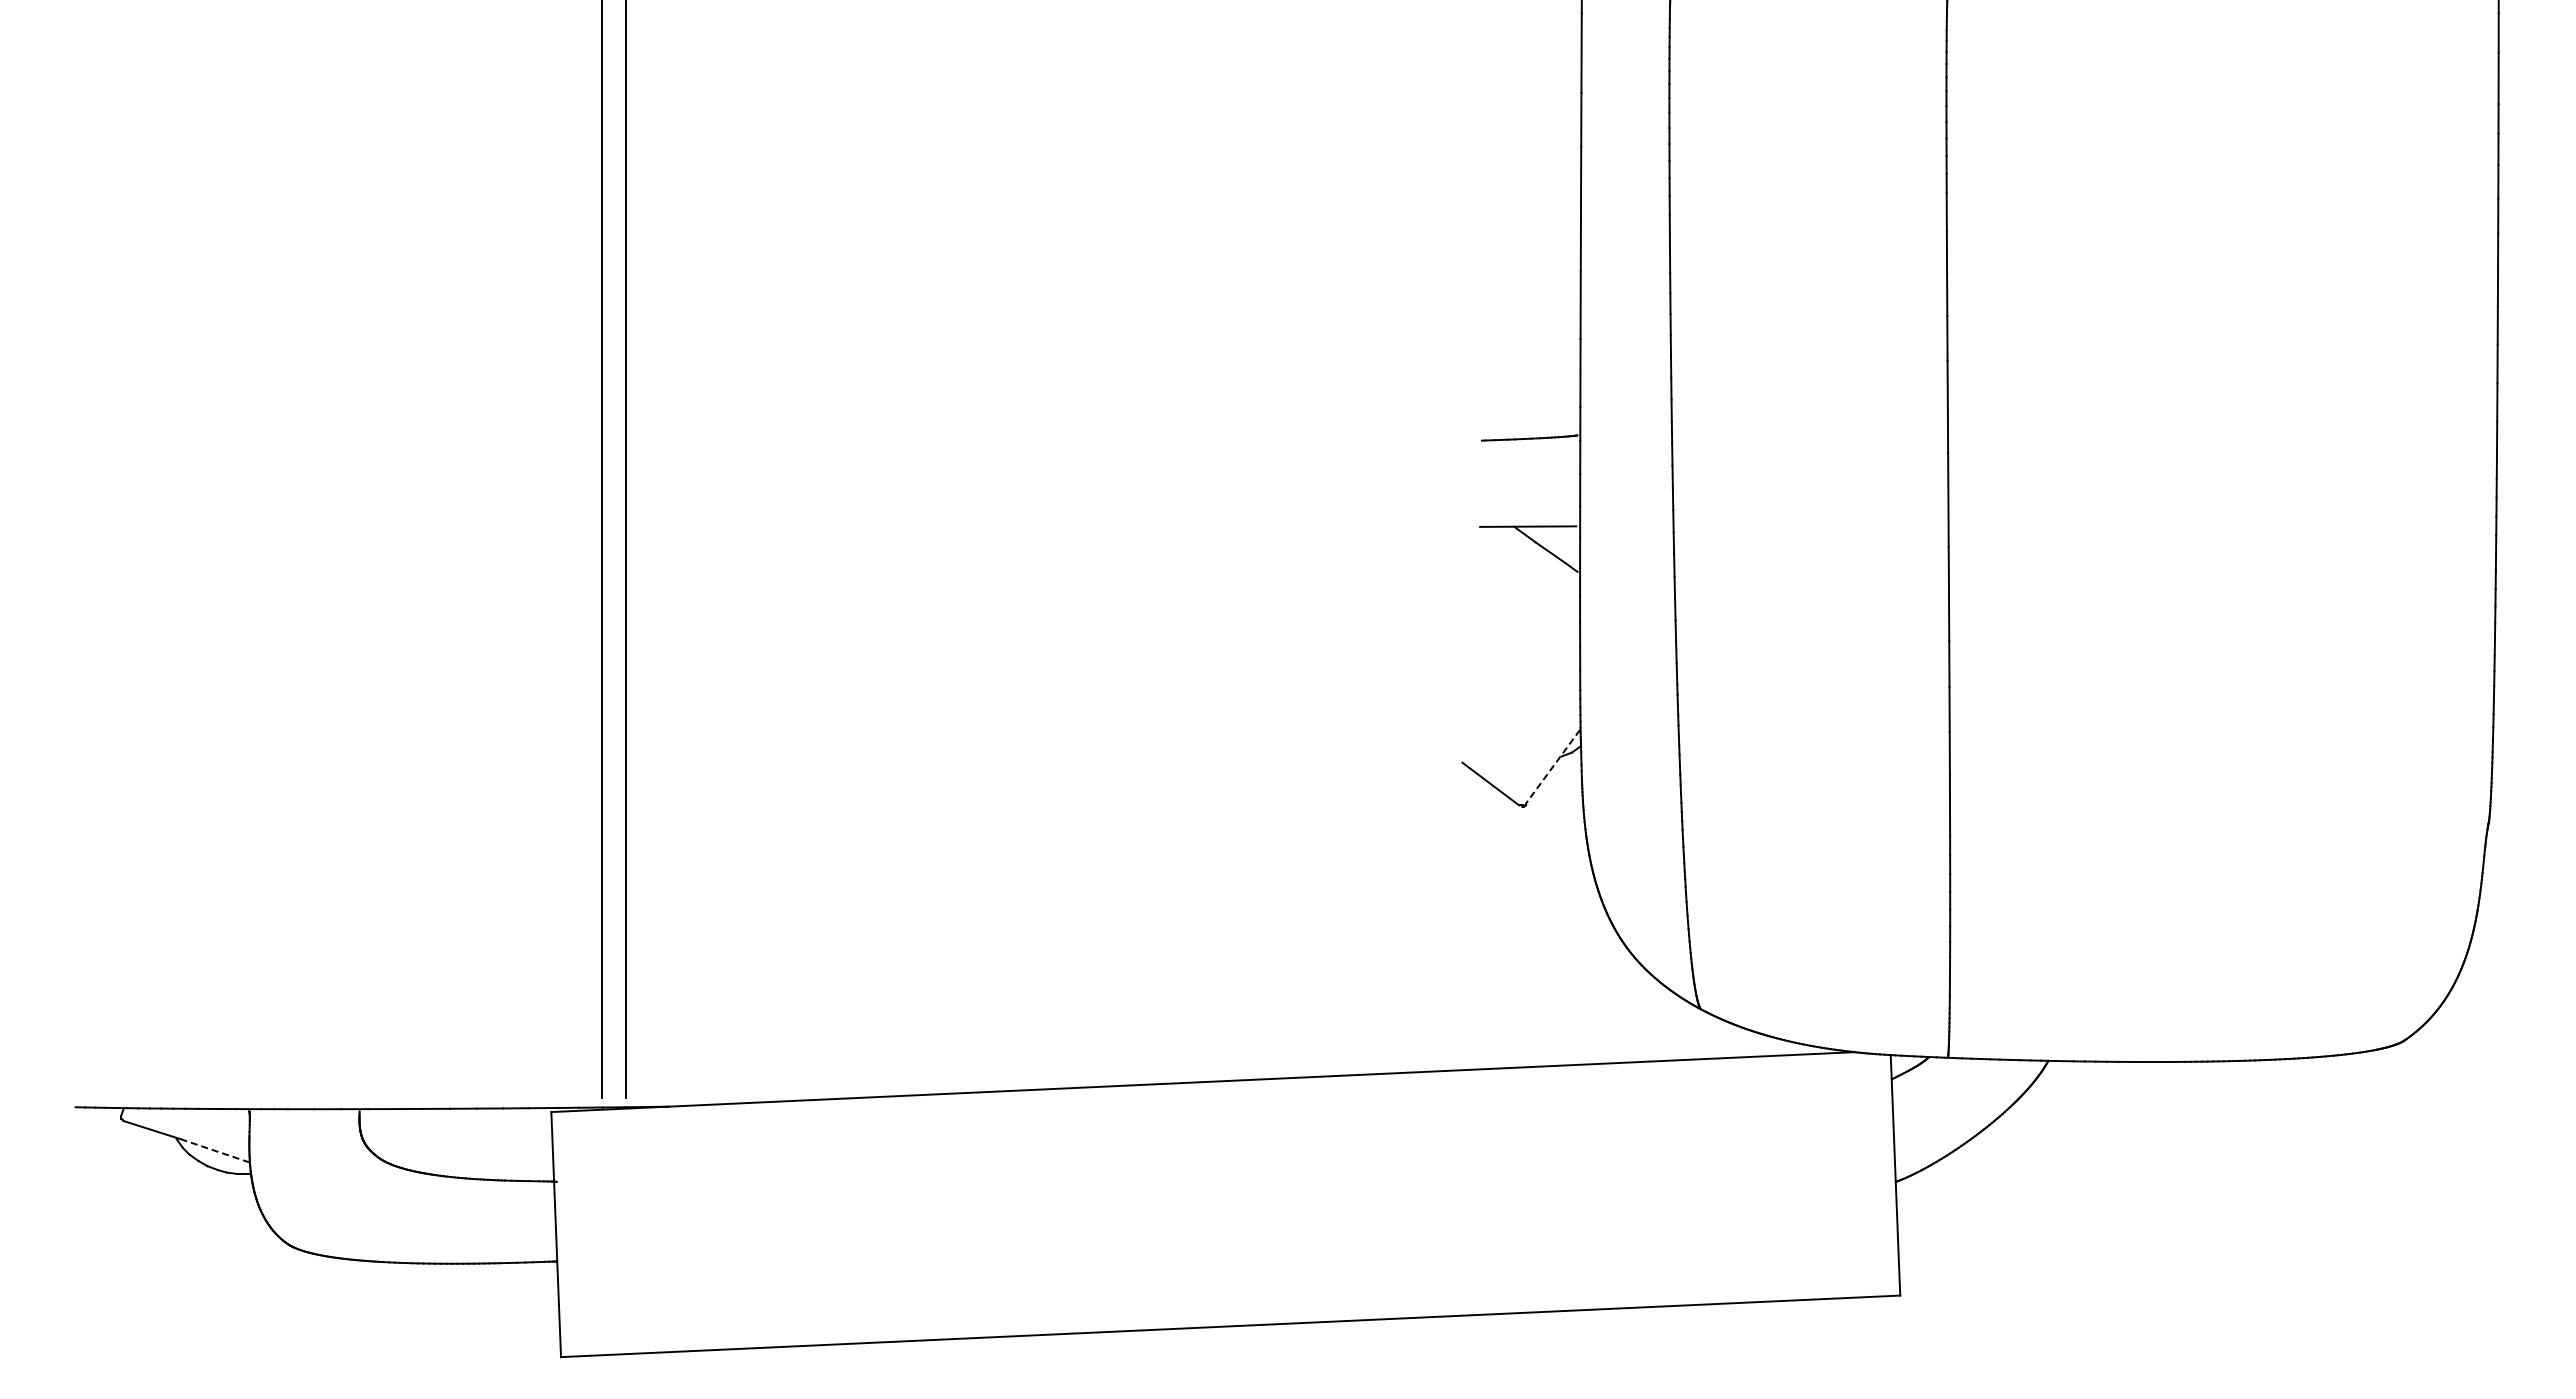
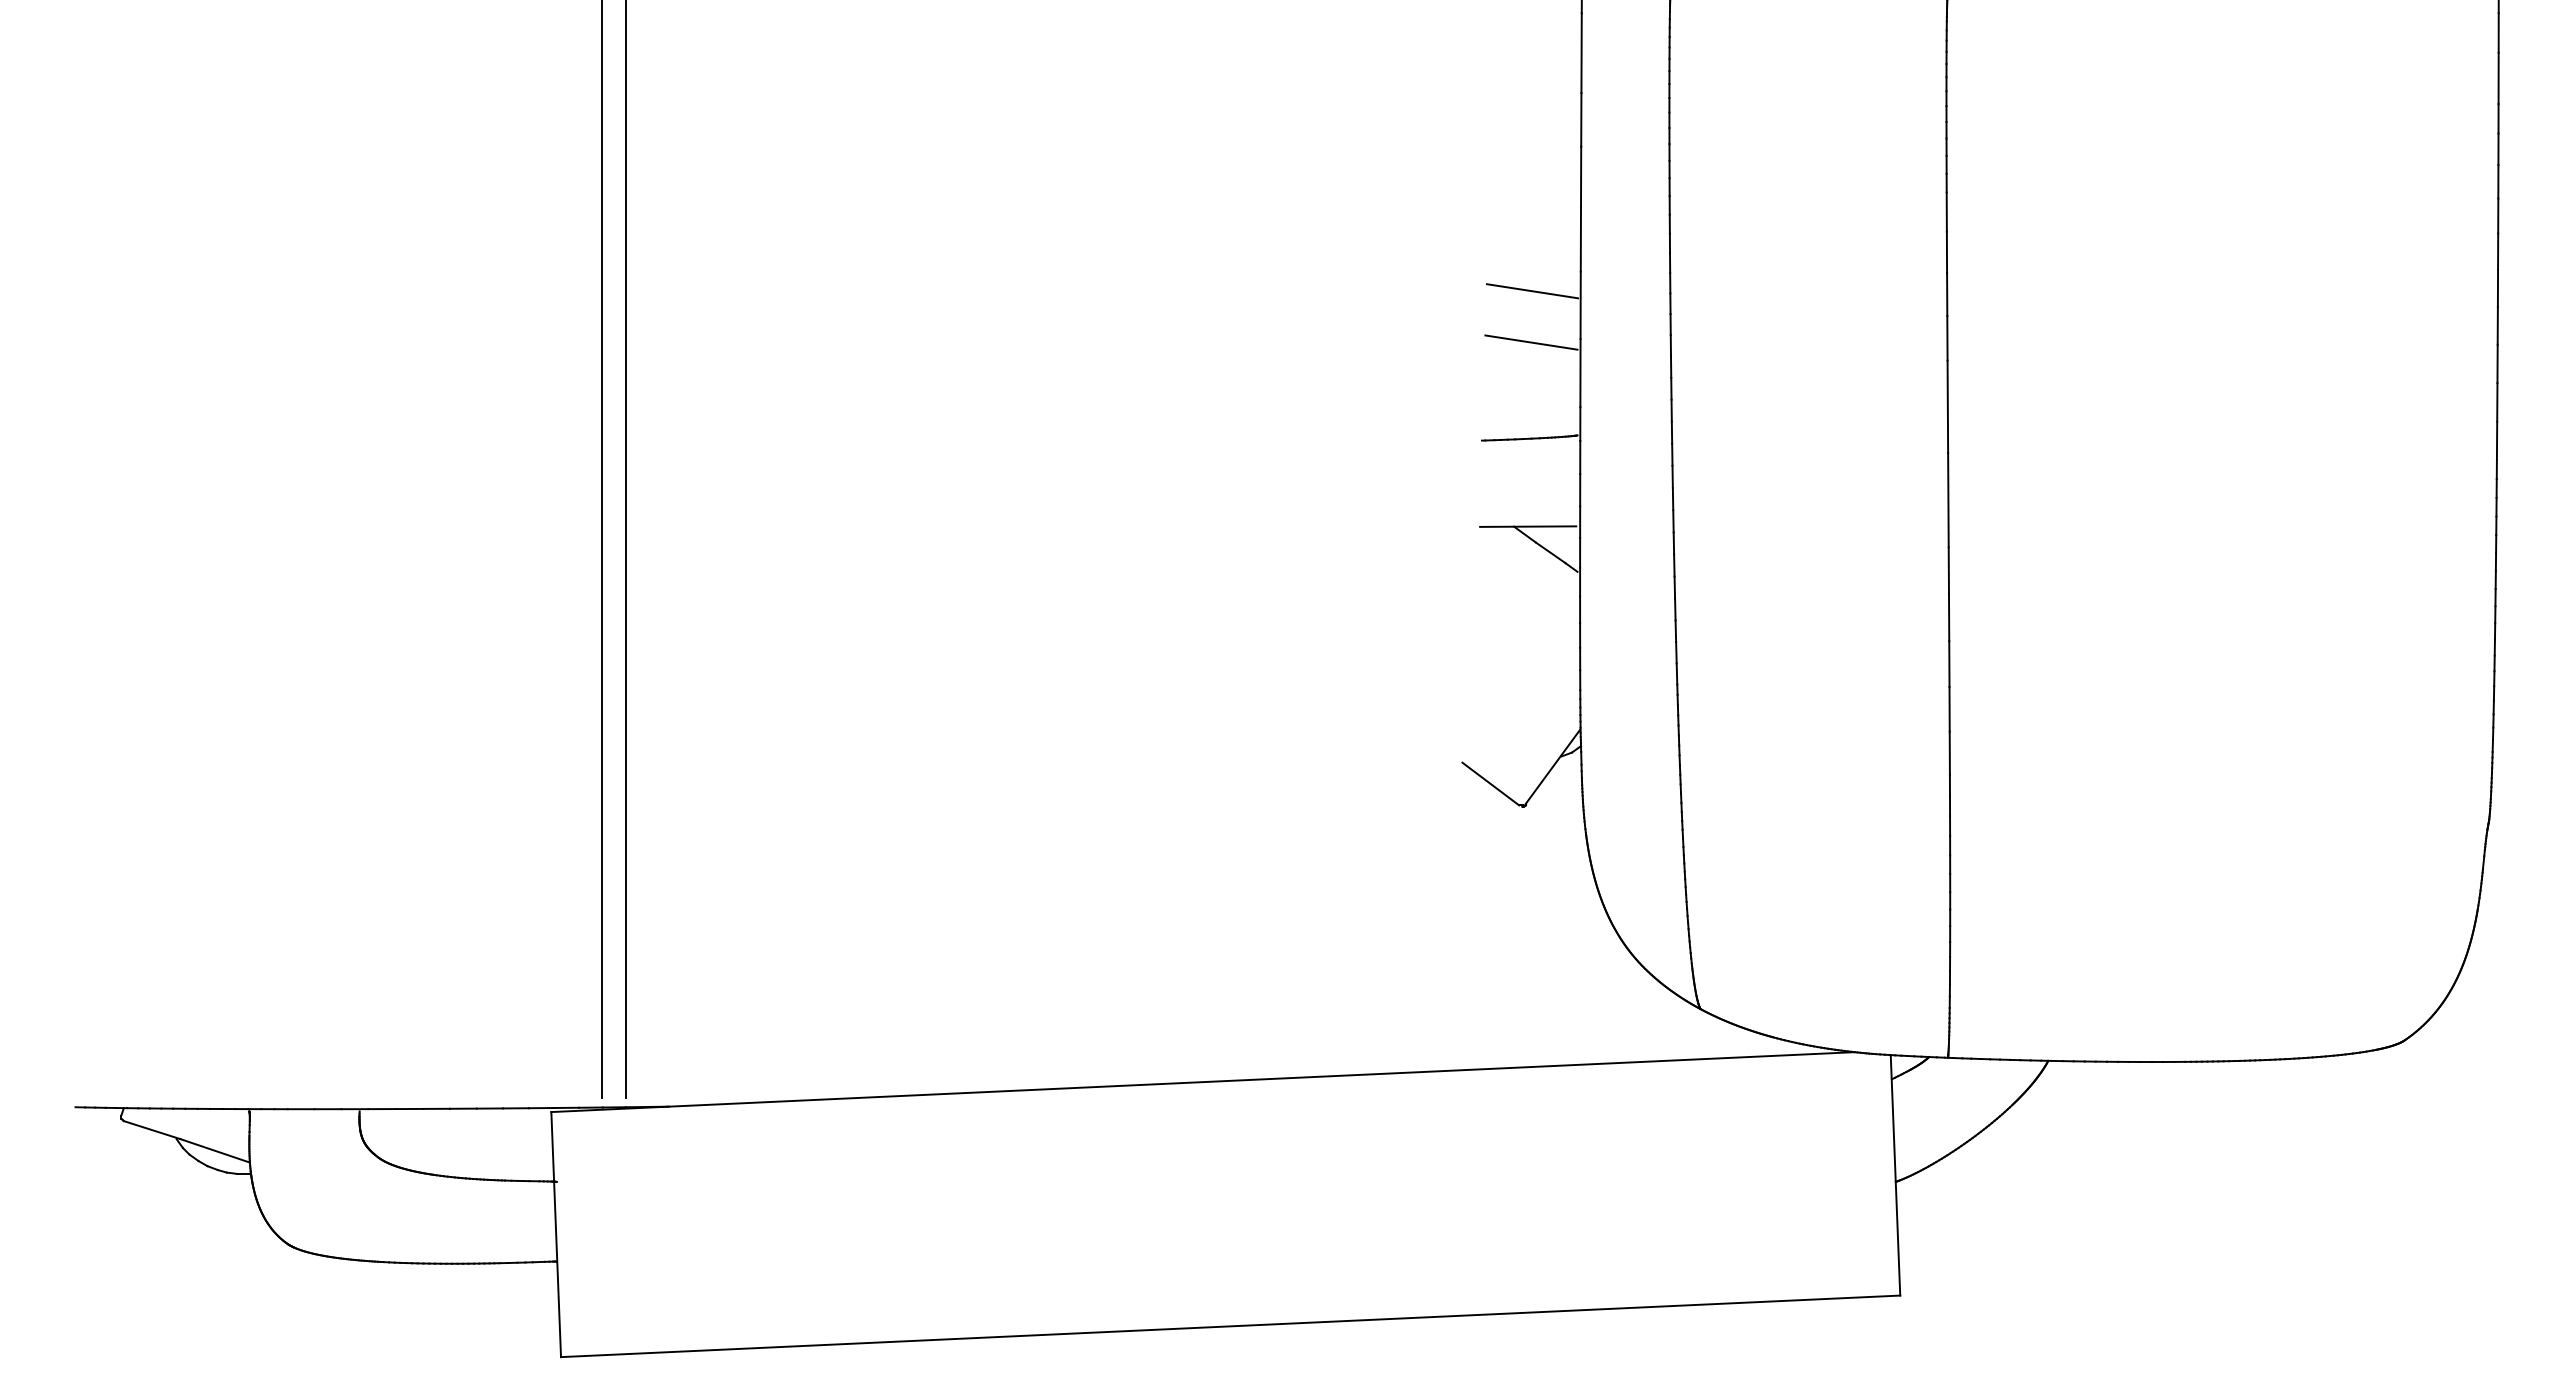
line at (1532, 291): none -> present
line at (1531, 342): none -> present
line at (1552, 767): dashed -> solid
line at (215, 1150): dashed -> solid
